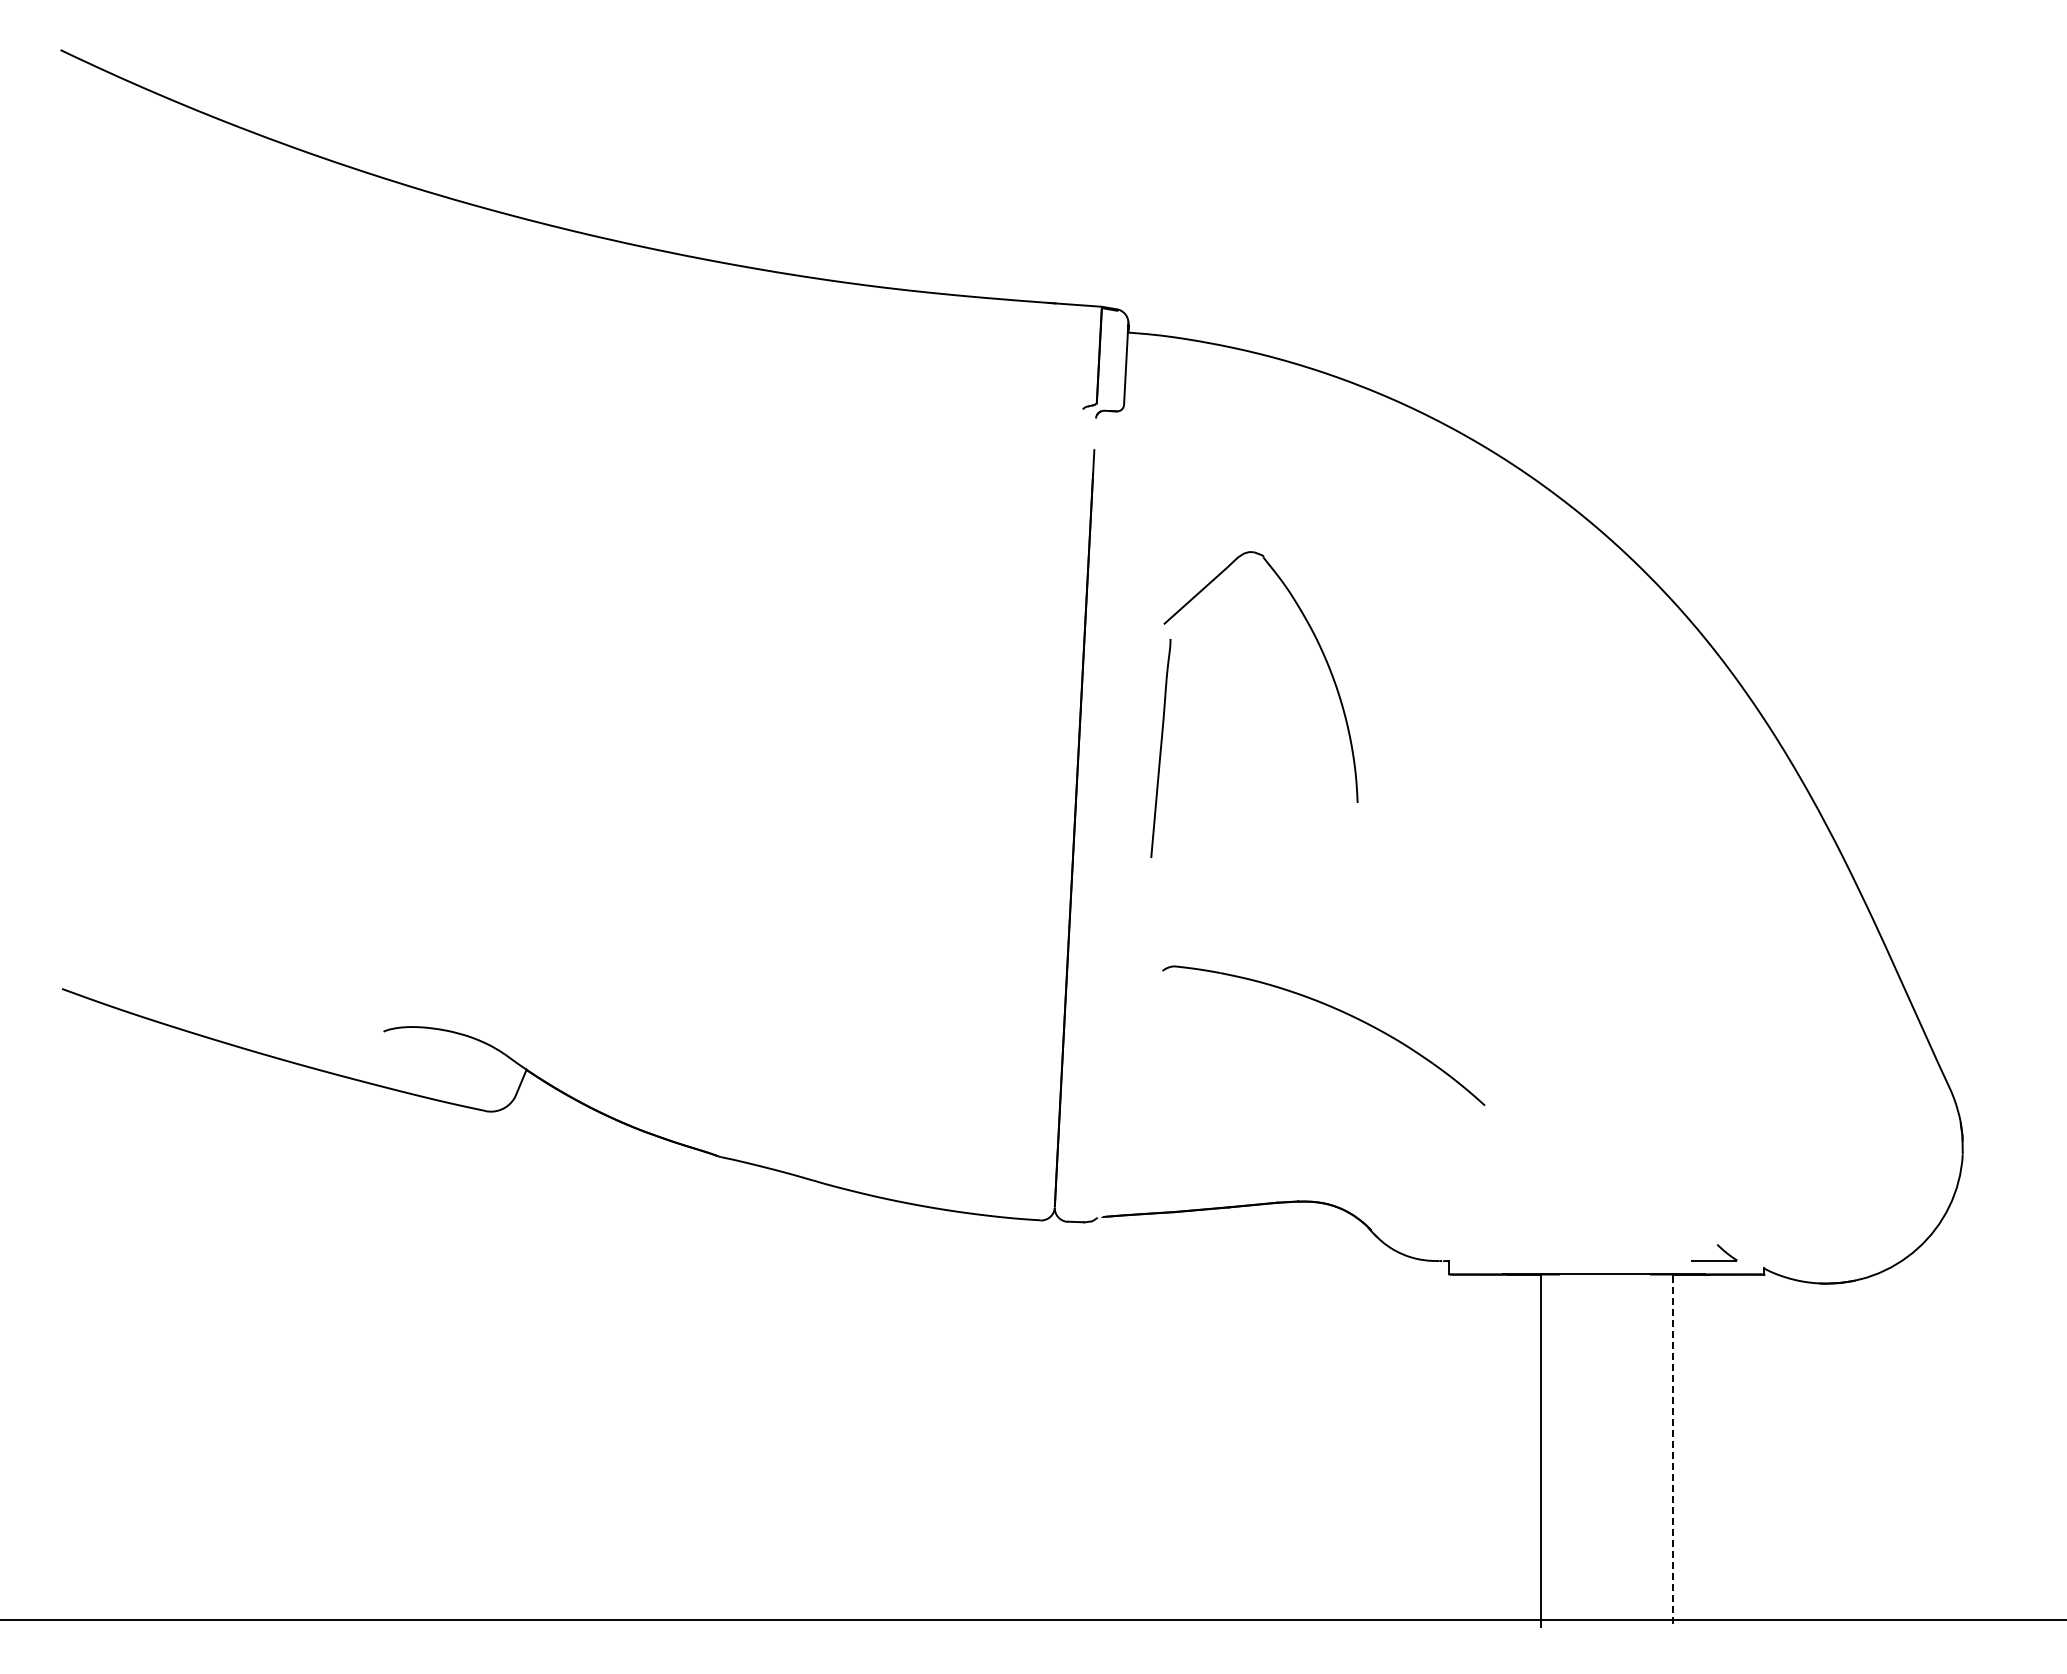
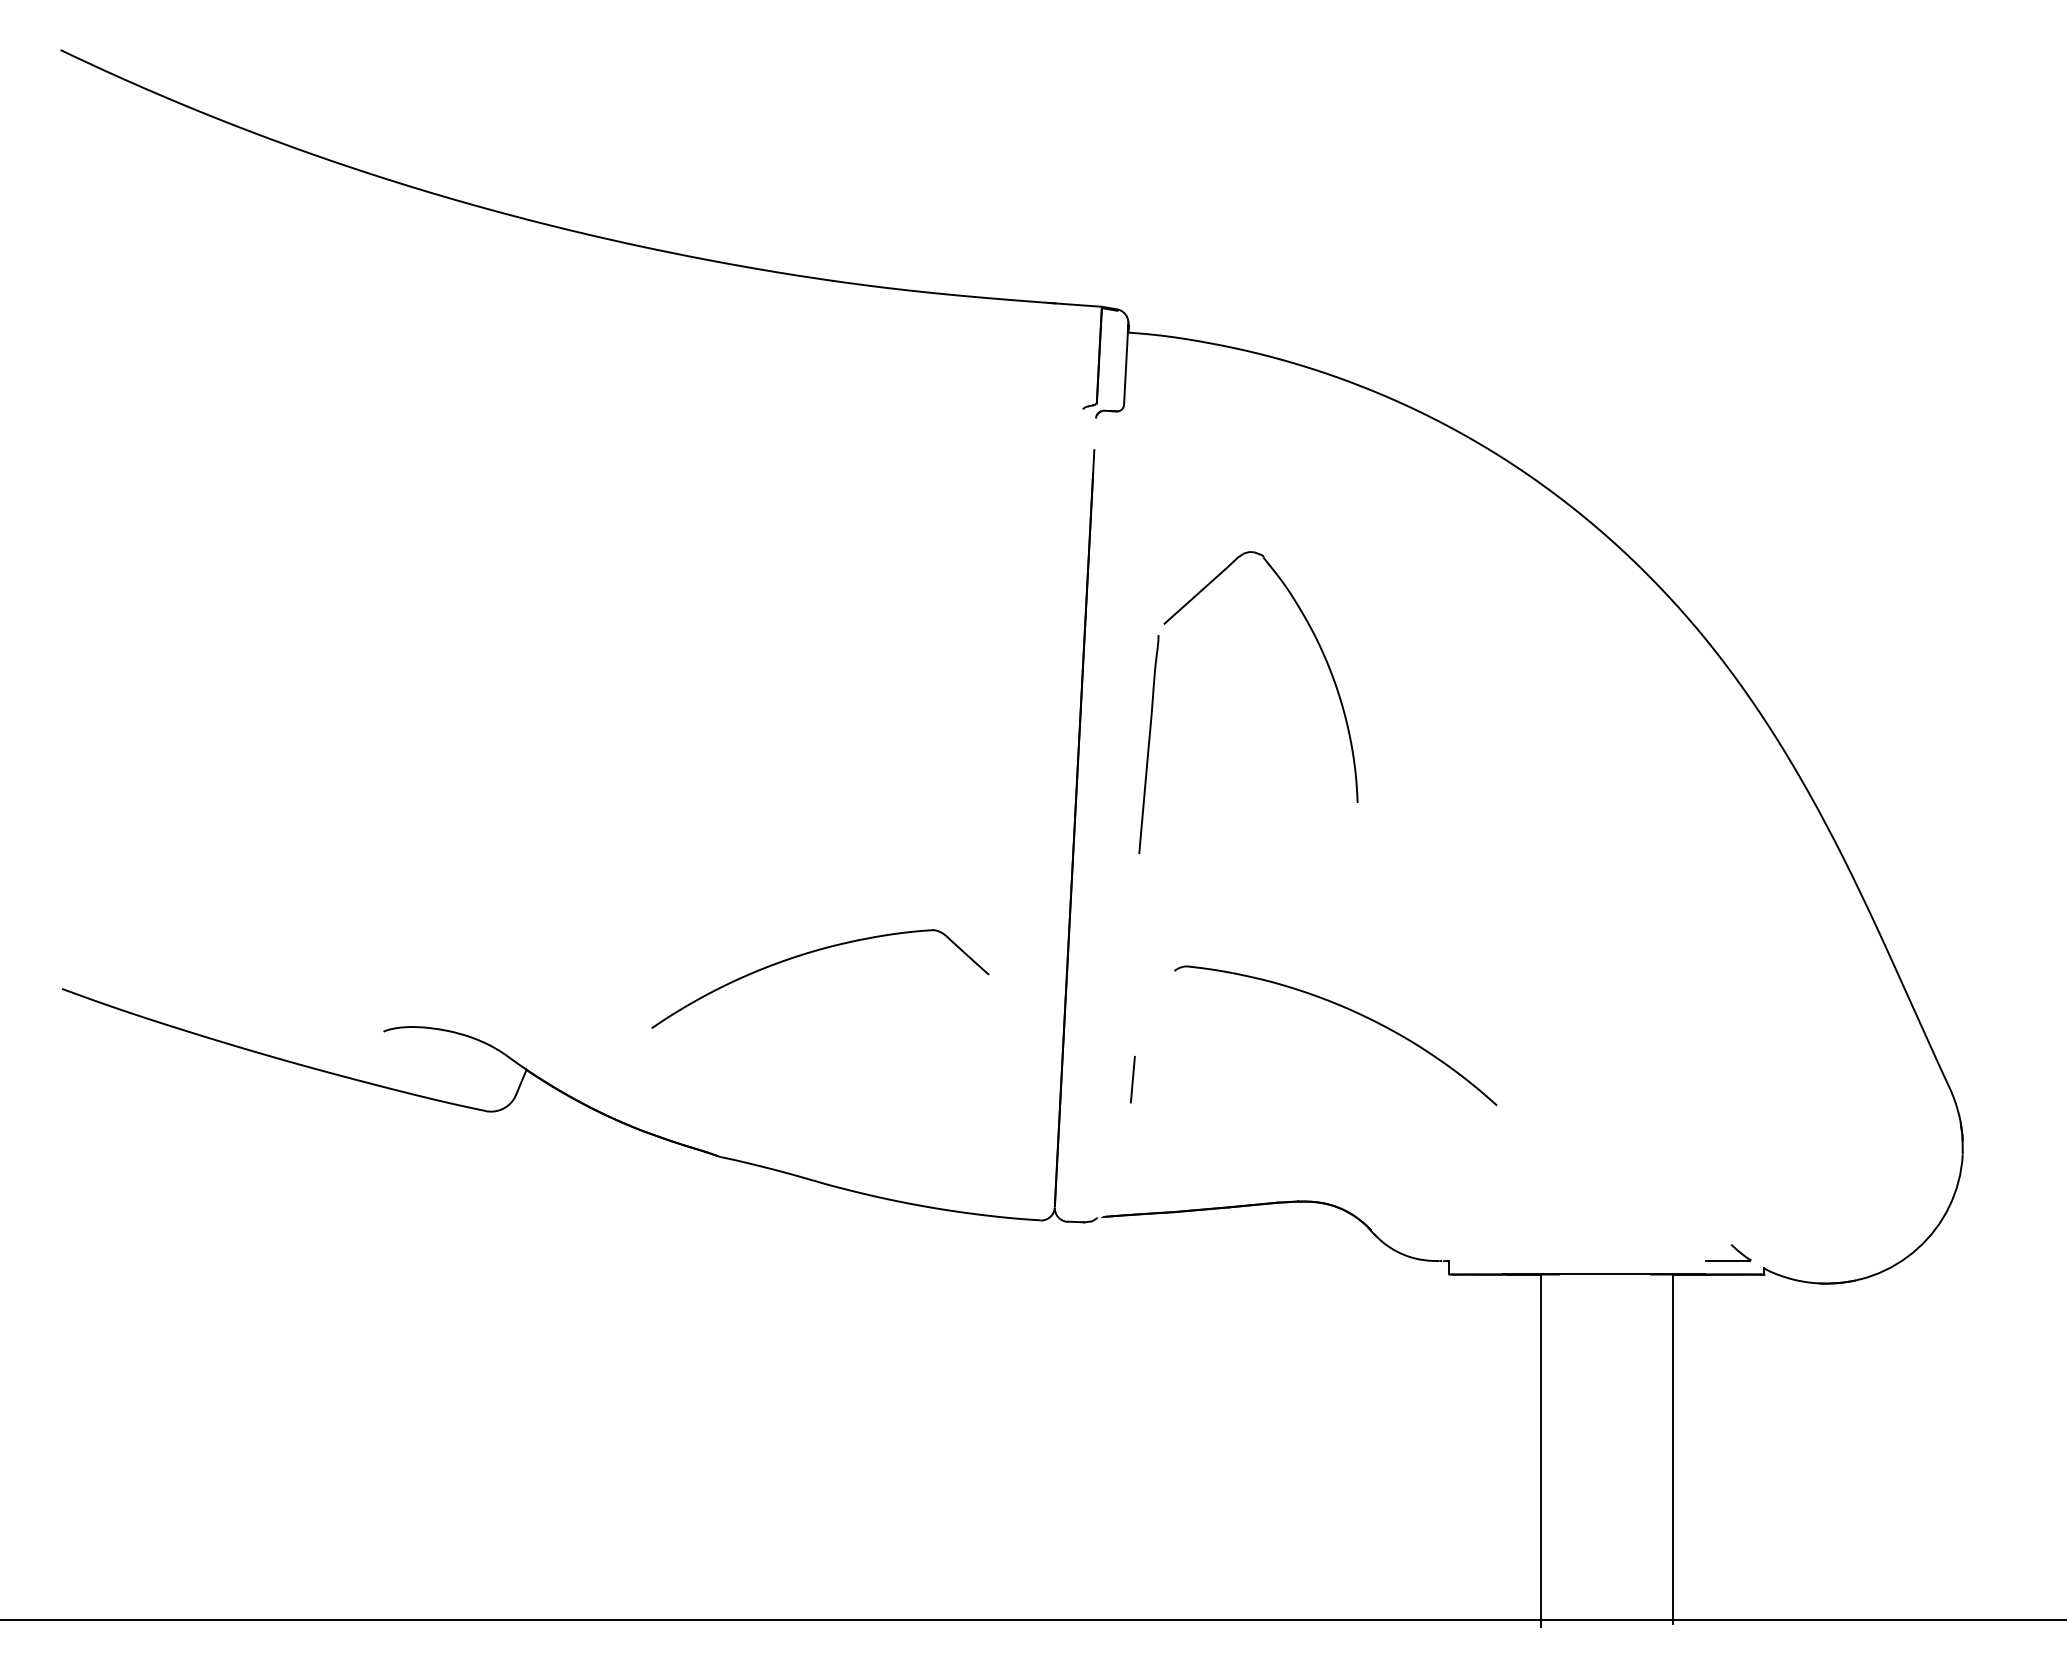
line at (1160, 748) position: (1160, 748) -> (1148, 744)
part at (813, 952): none -> present
part at (1334, 1009) position: (1334, 1009) -> (1346, 1009)
line at (1132, 1079): none -> present
part at (1718, 1247) position: (1718, 1247) -> (1732, 1247)
line at (1672, 1449): dashed -> solid
